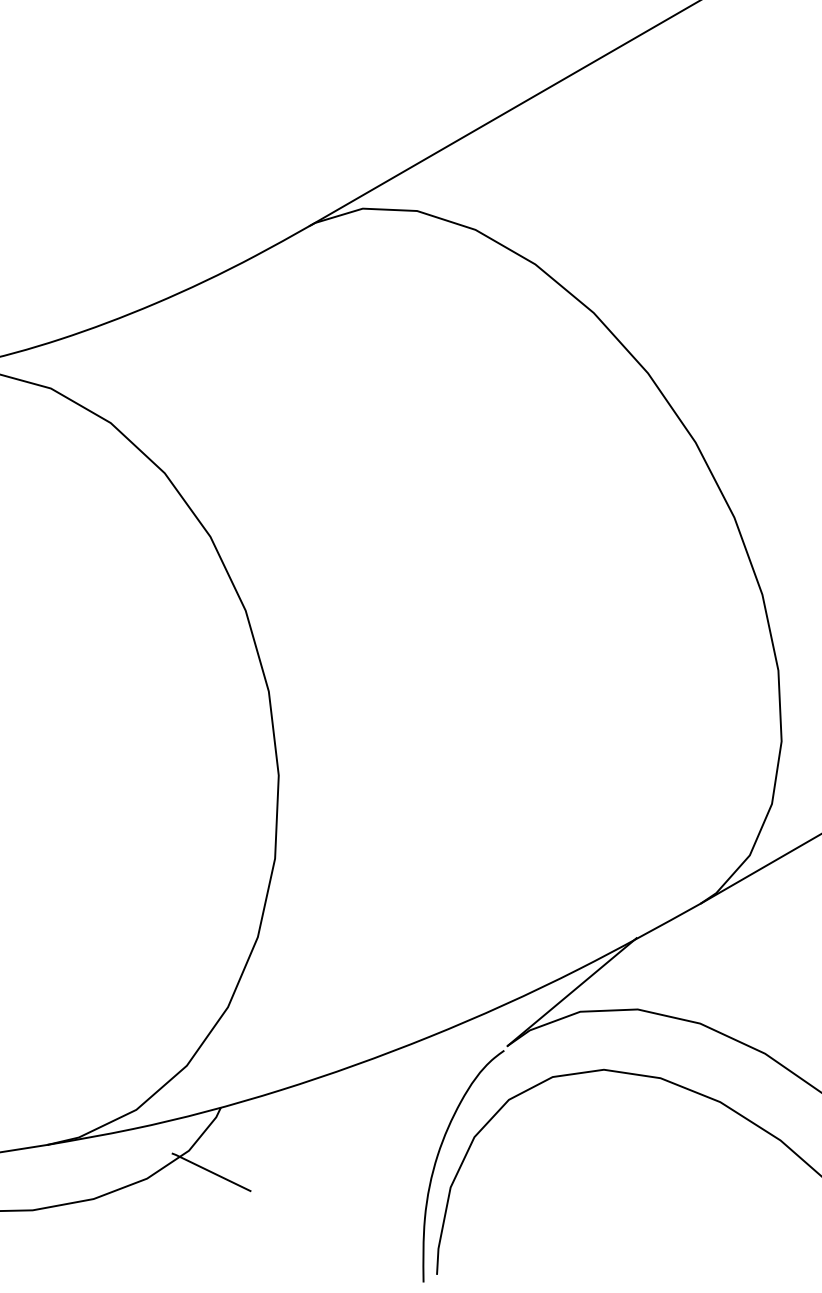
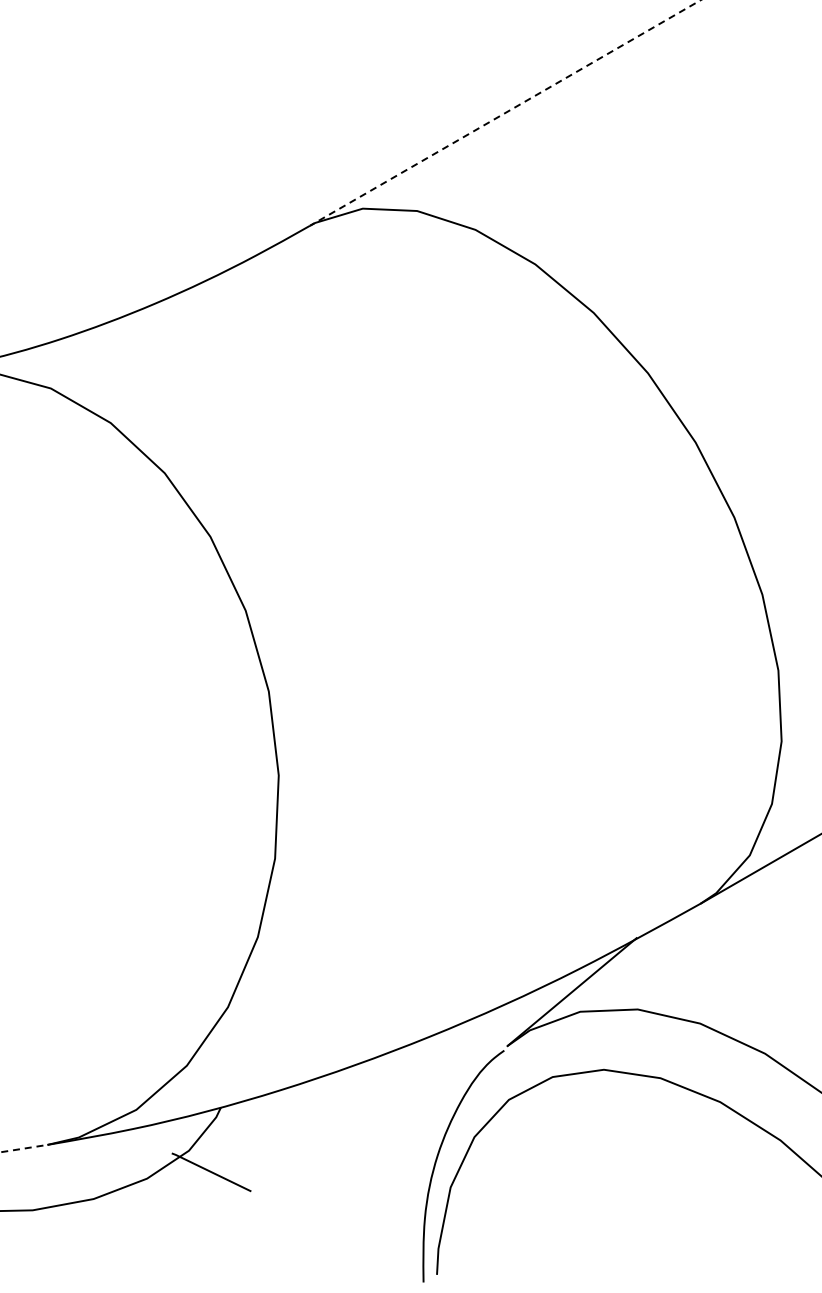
line at (504, 113): solid -> dashed
line at (23, 1148): solid -> dashed
